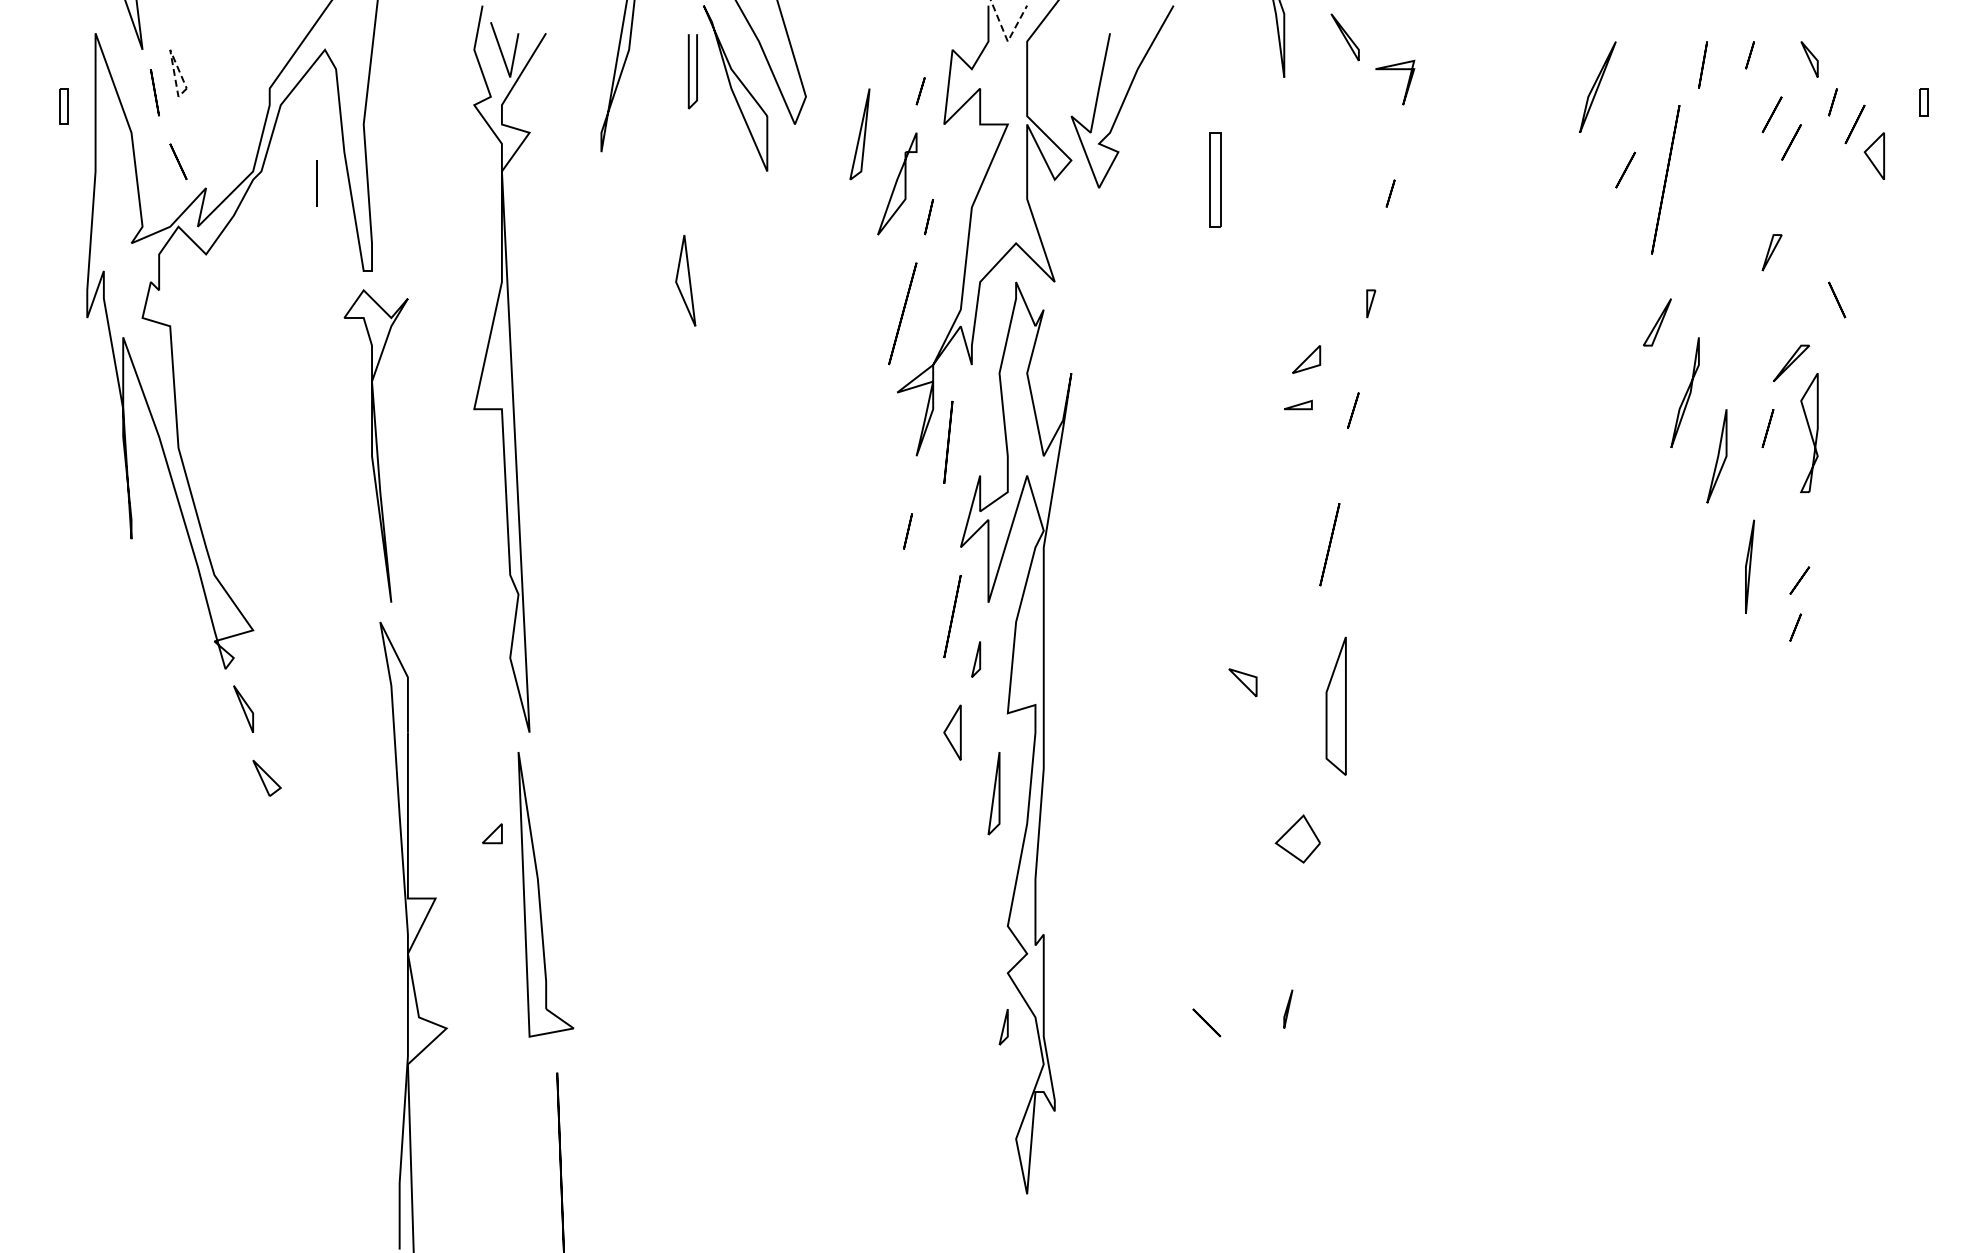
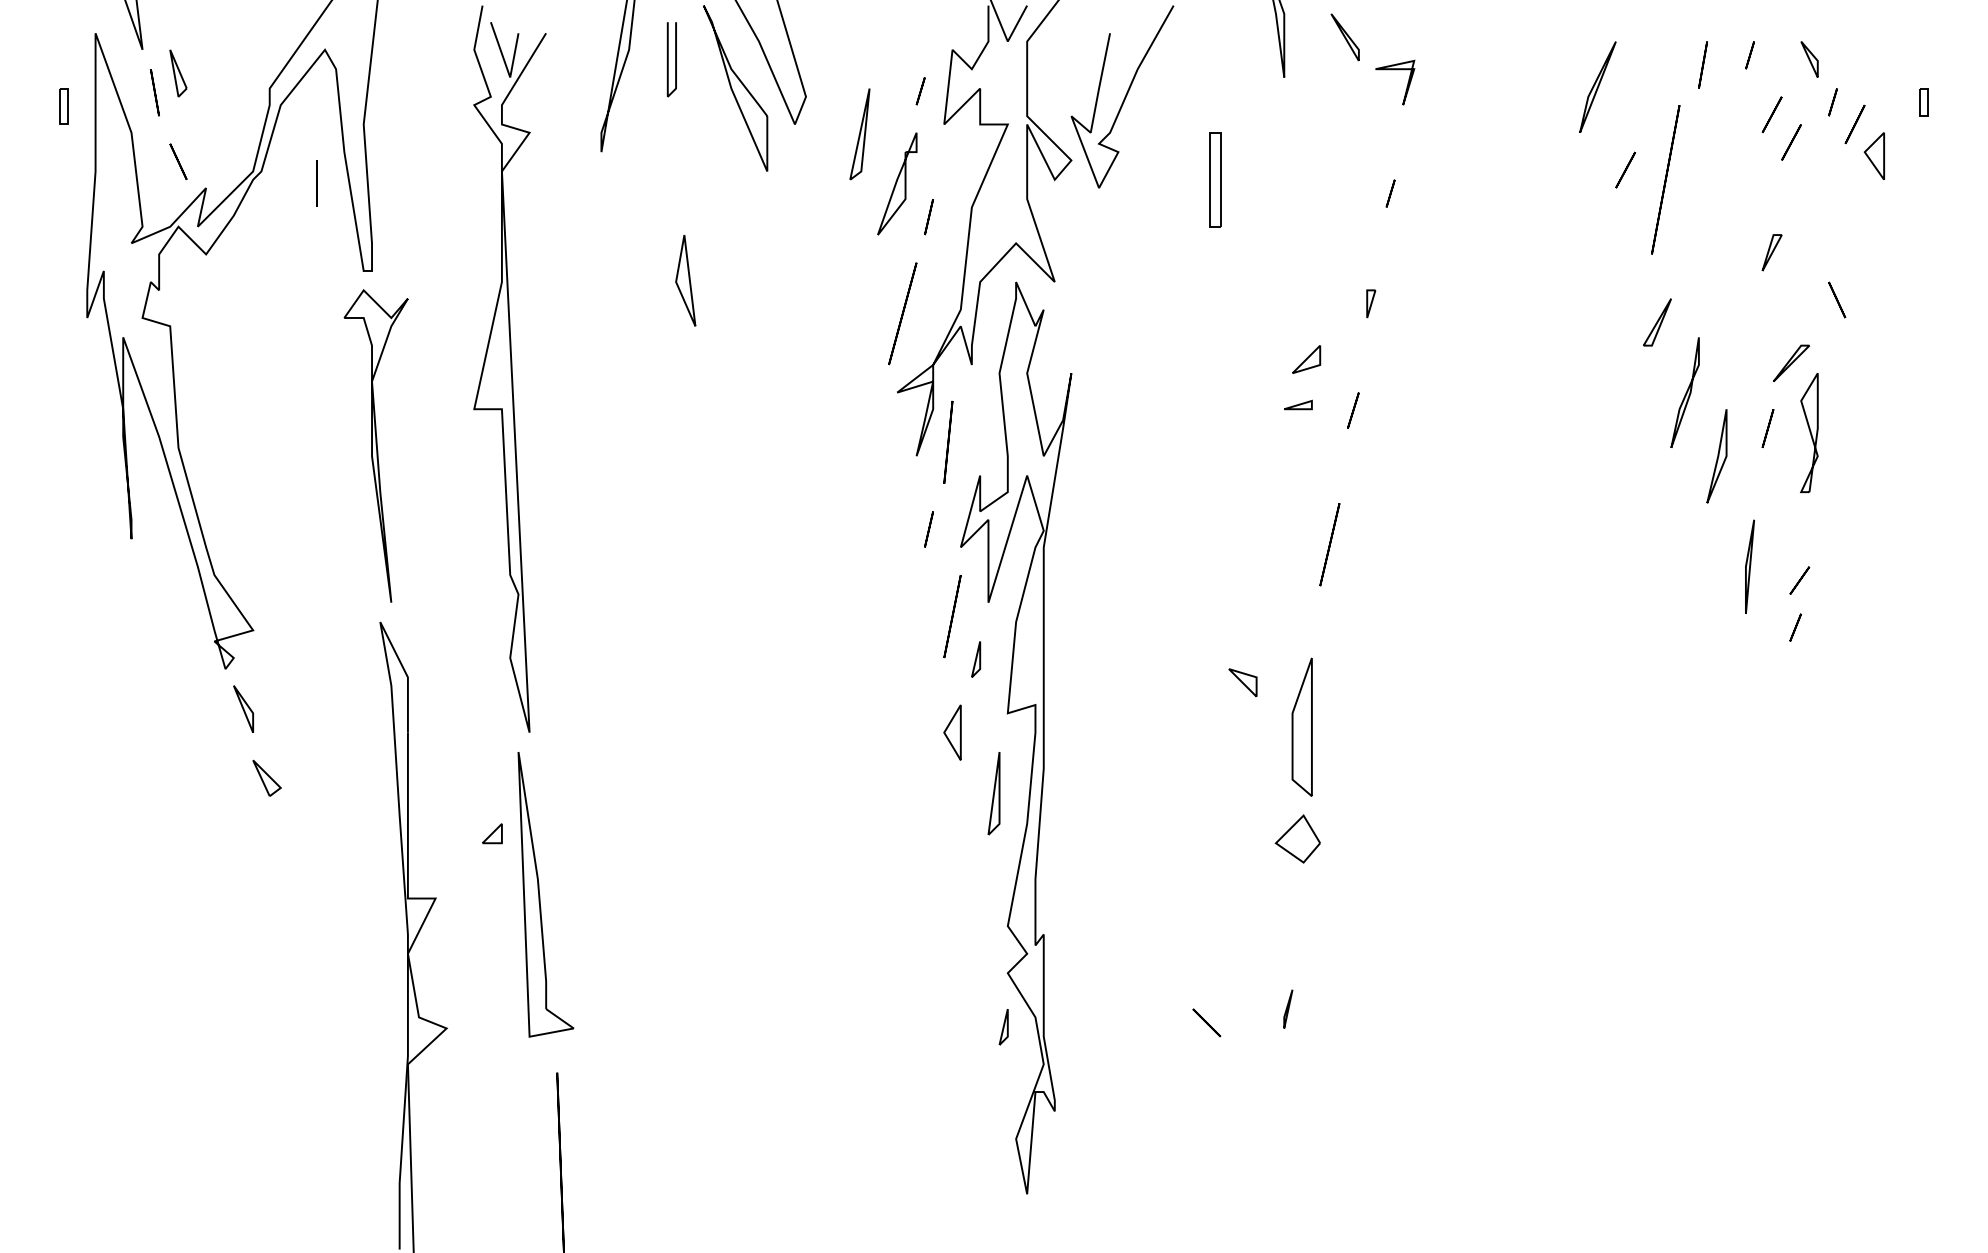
line at (1007, 40): dashed -> solid
line at (171, 57): dashed -> solid
line at (689, 71) position: (689, 71) -> (668, 59)
line at (907, 531) position: (907, 531) -> (928, 529)
part at (1335, 705) position: (1335, 705) -> (1301, 726)
